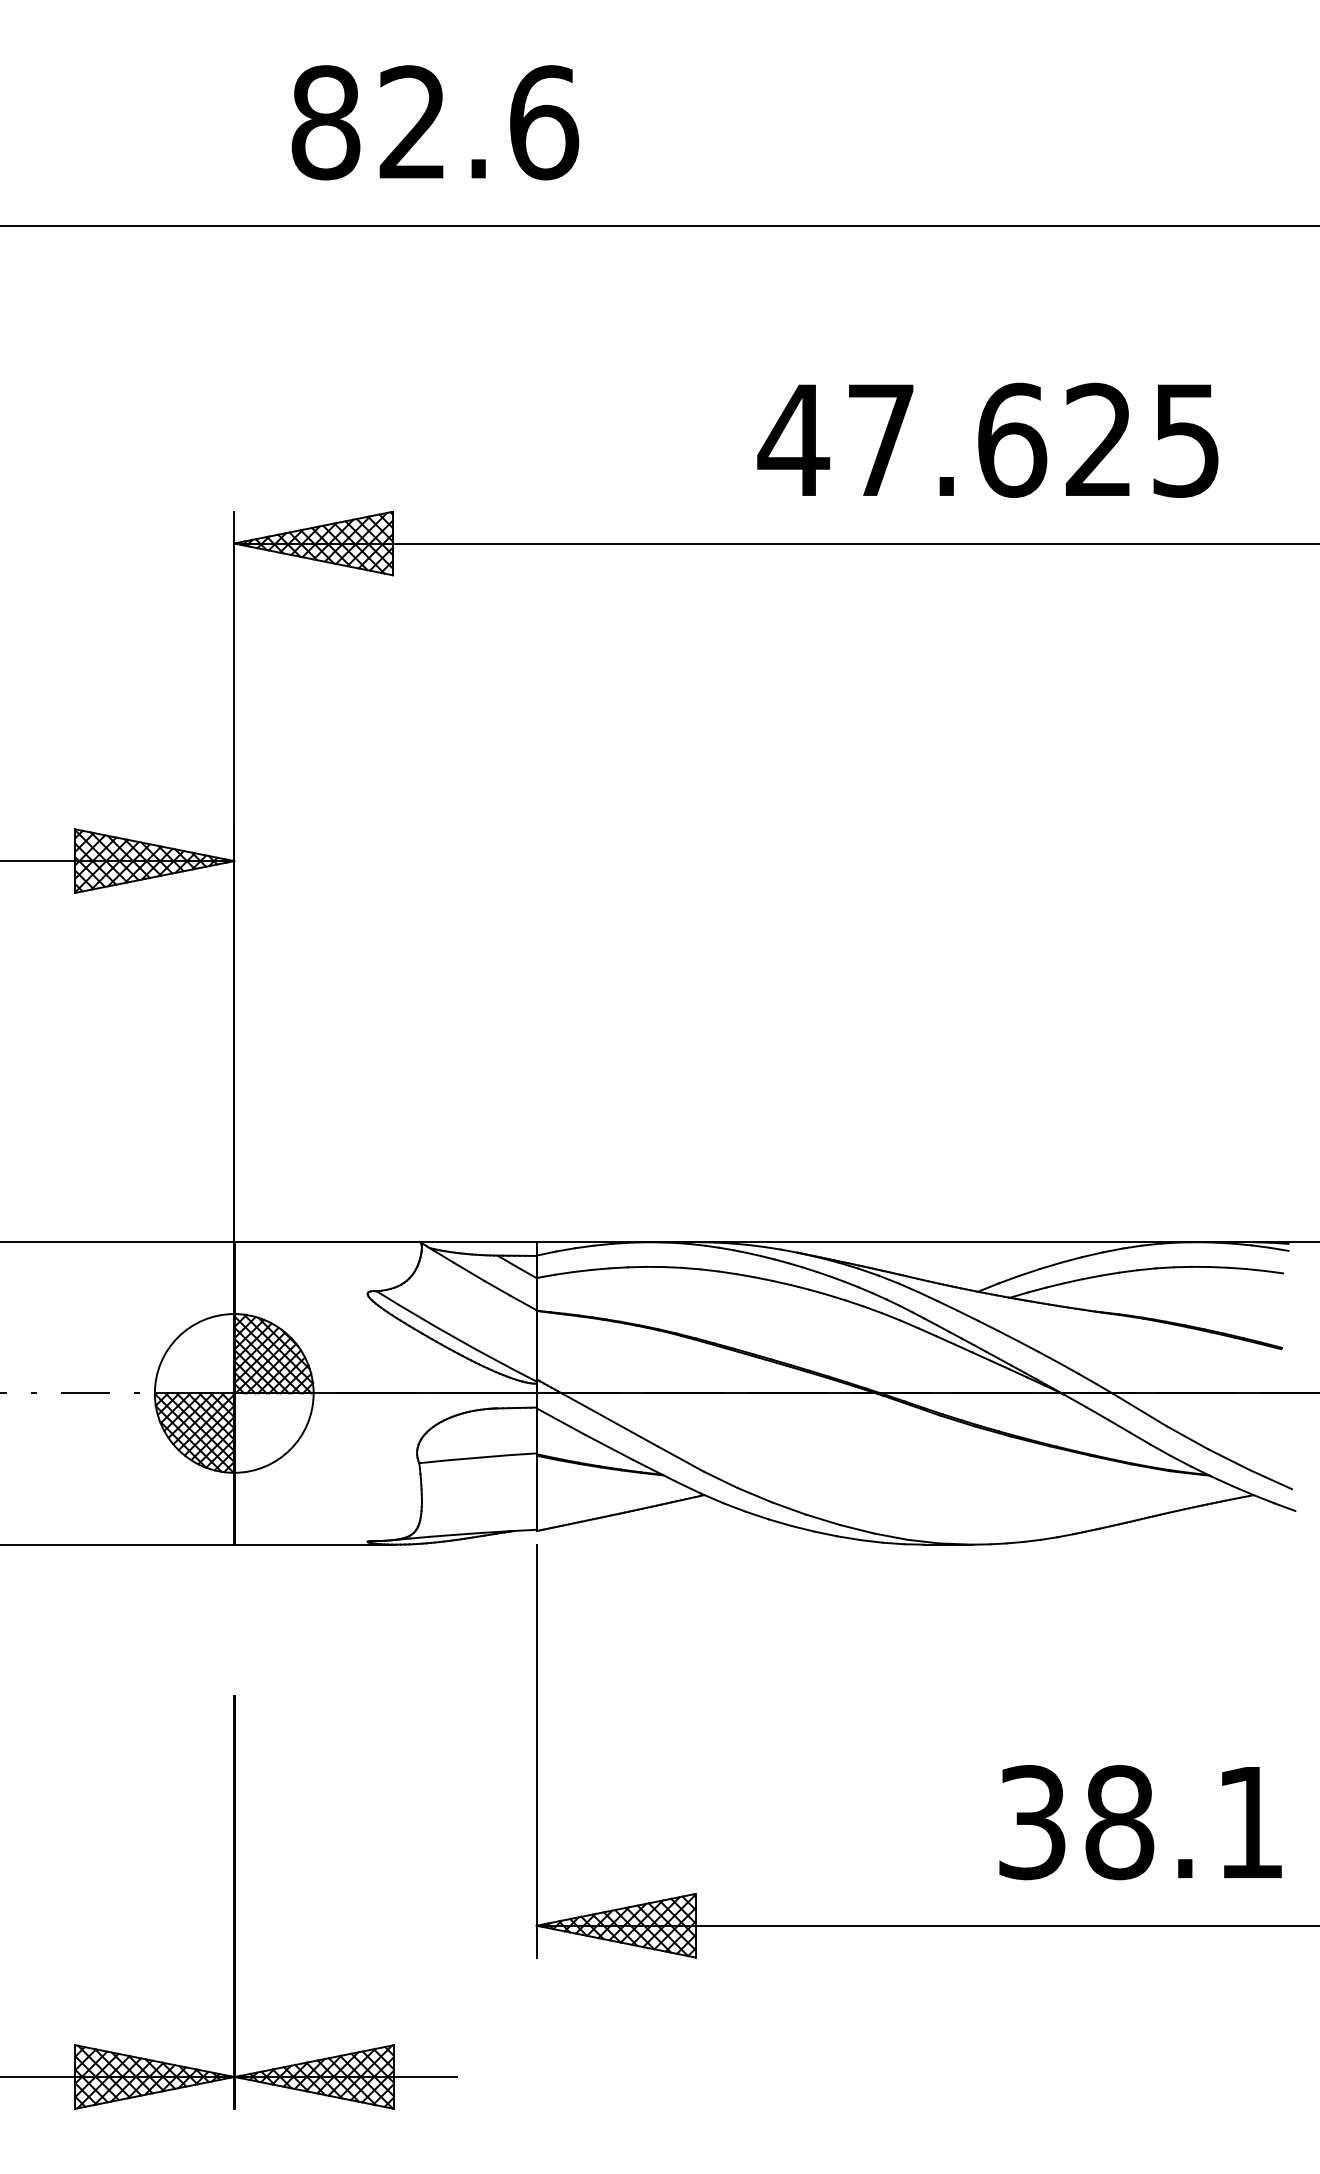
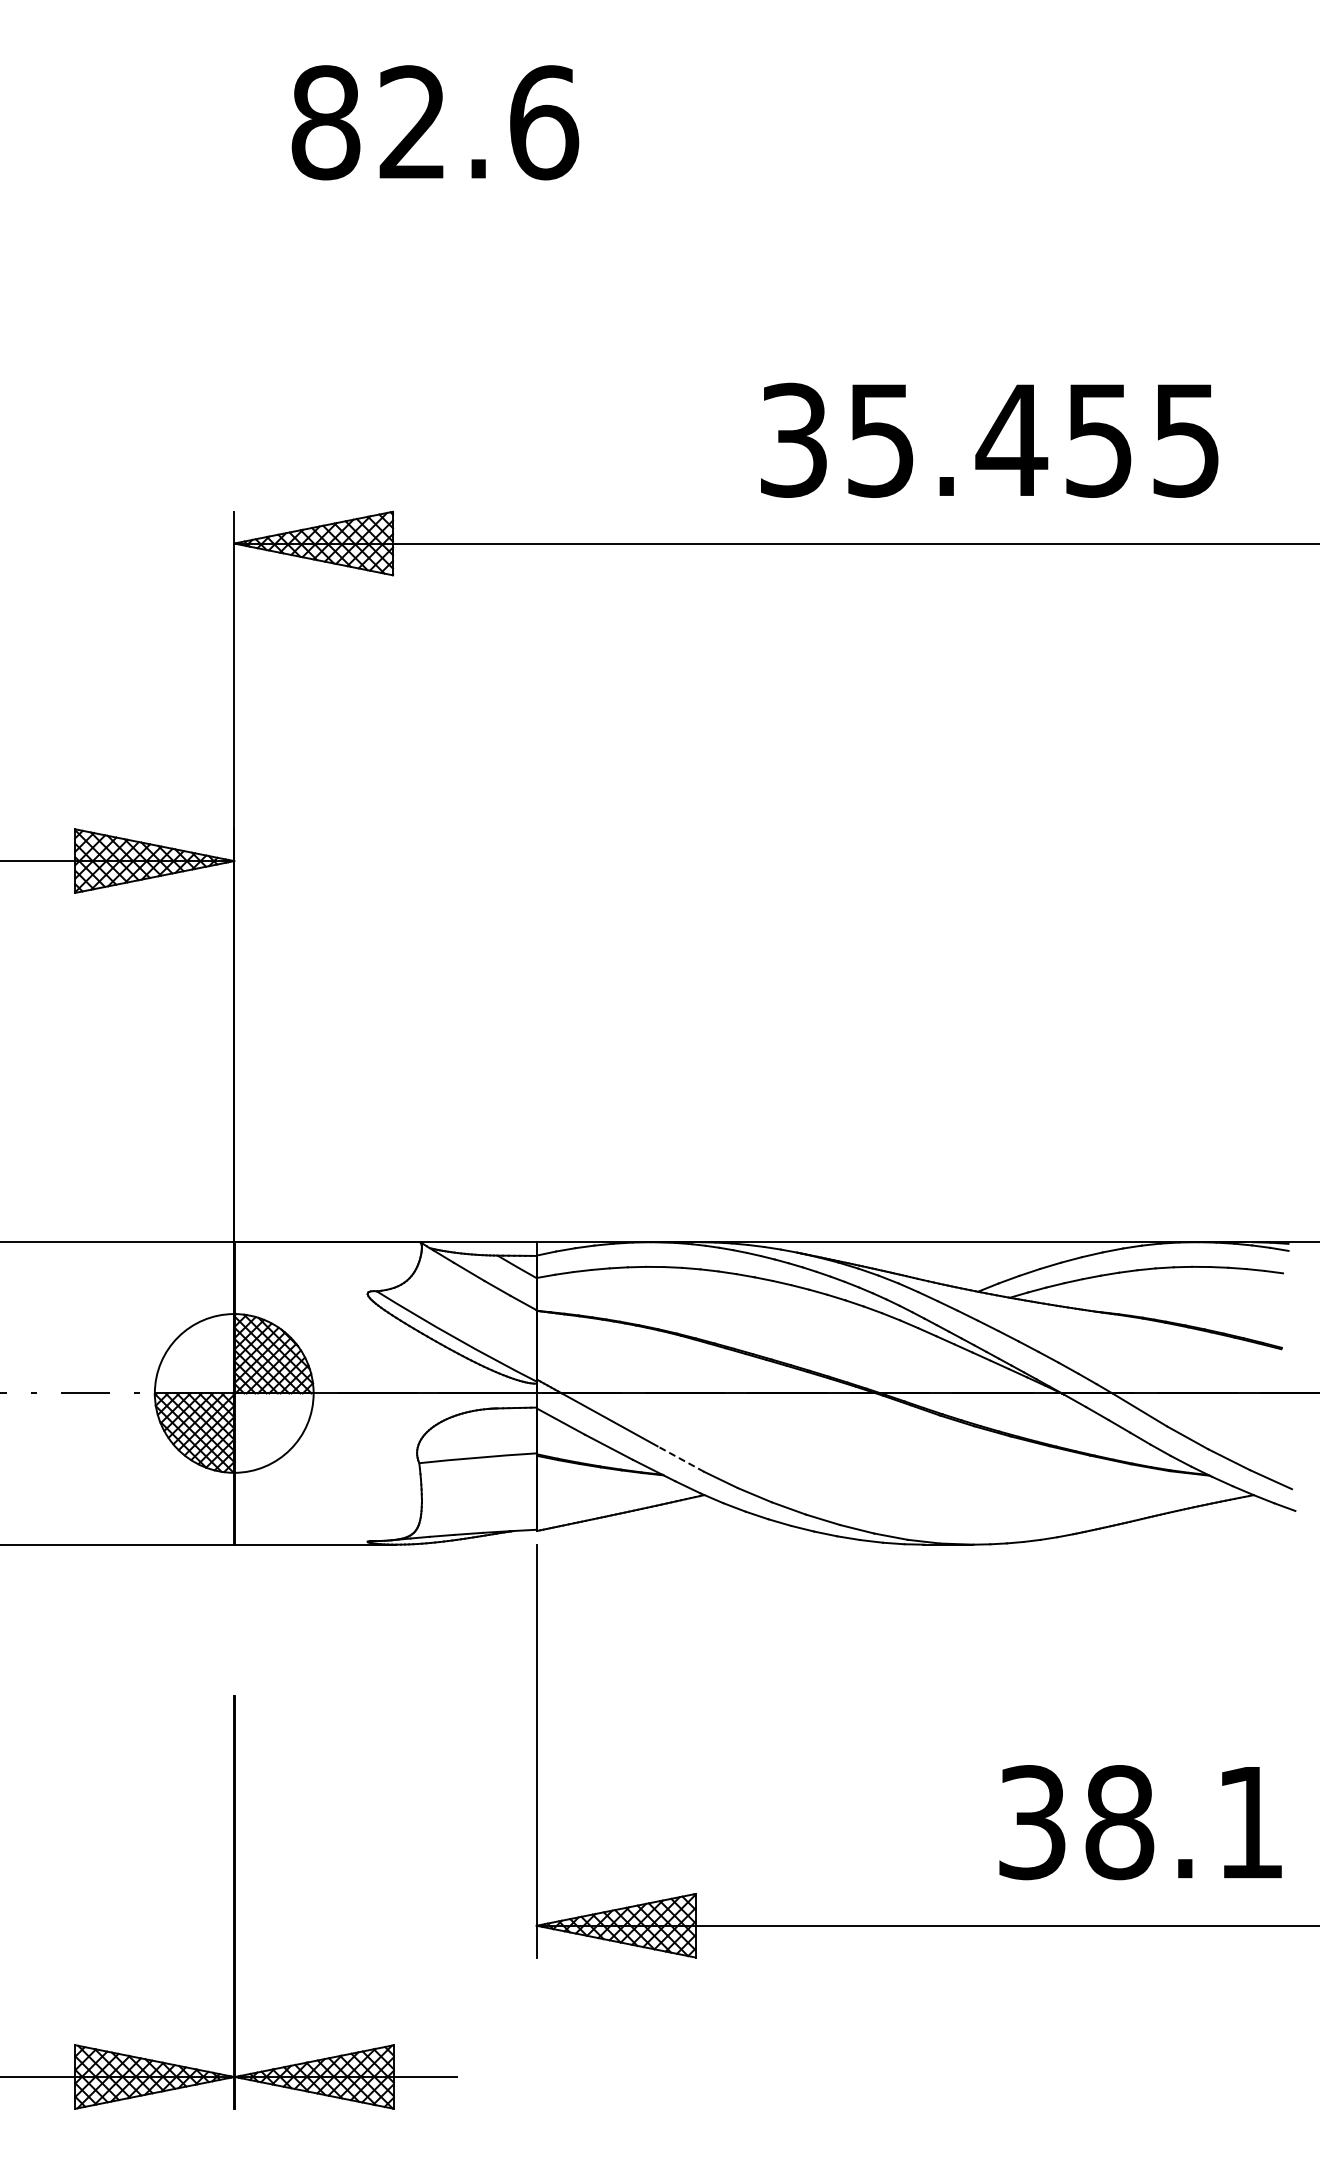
line at (659, 225): present -> none
text at (944, 439): 47.625 -> 35.455
line at (680, 1459): solid -> dashed
